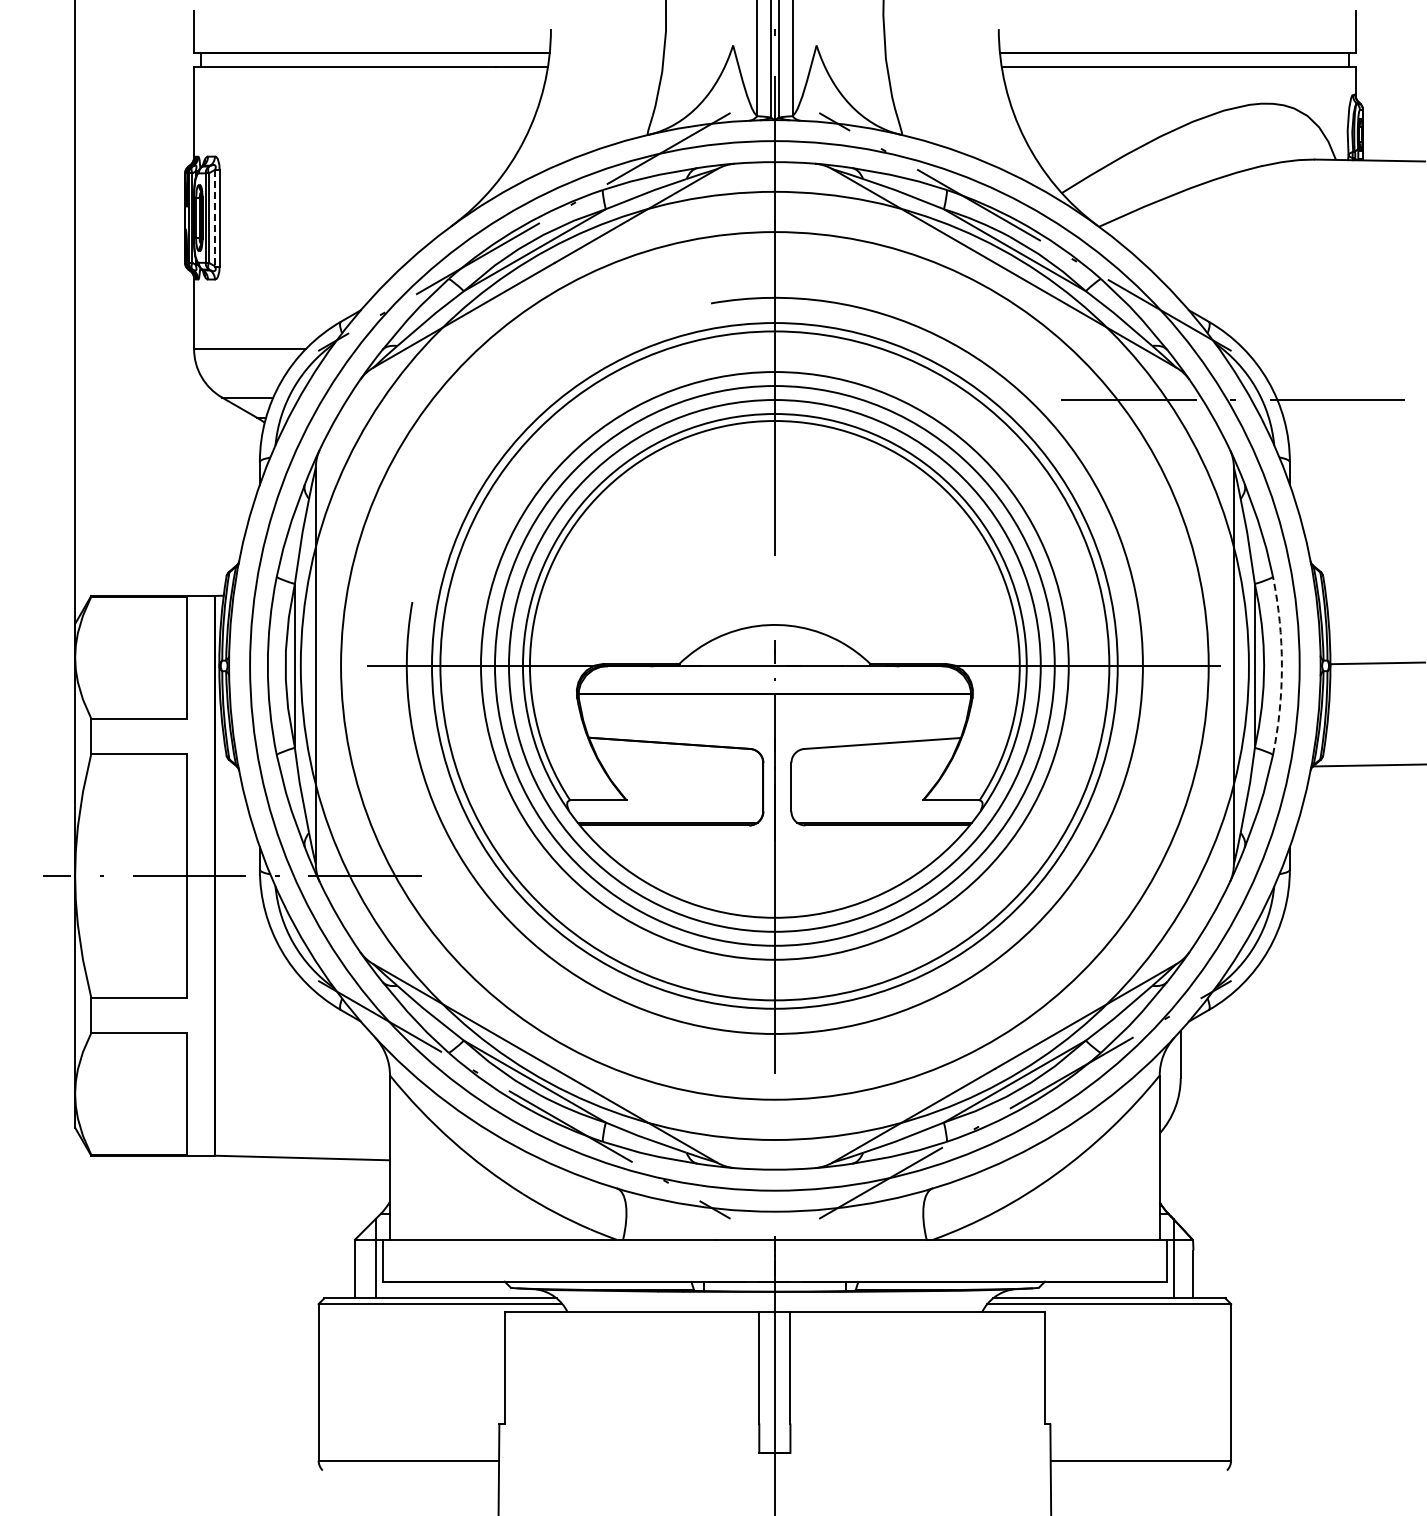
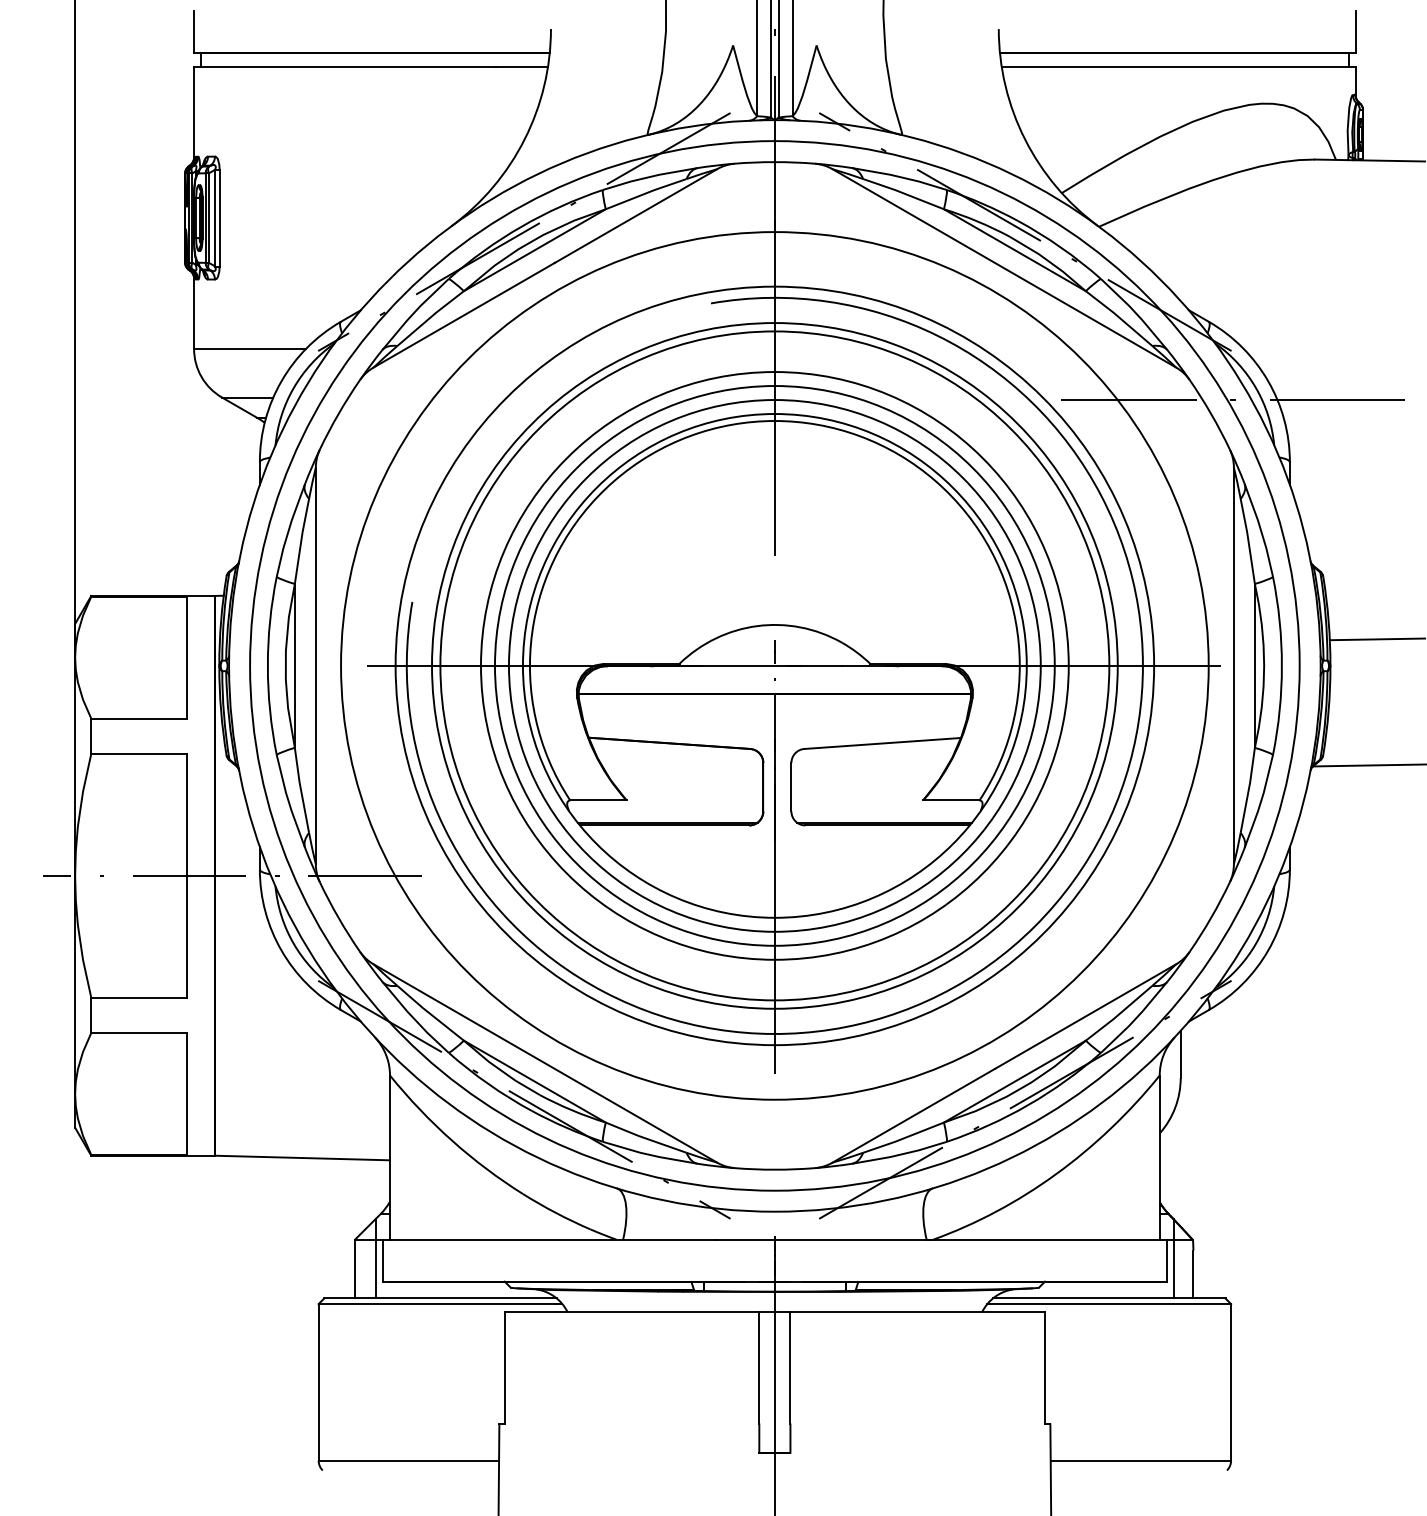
line at (215, 218): dashed -> solid
line at (1376, 663) position: (1376, 663) -> (1376, 639)
circle at (774, 665) diameter: 948 px -> 759 px
arc at (1281, 665): dashed -> solid
